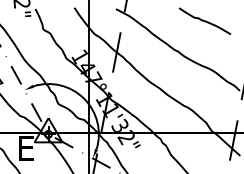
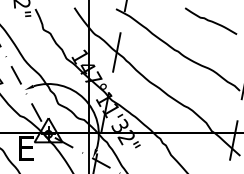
curve at (204, 20) position: (204, 20) -> (210, 20)
